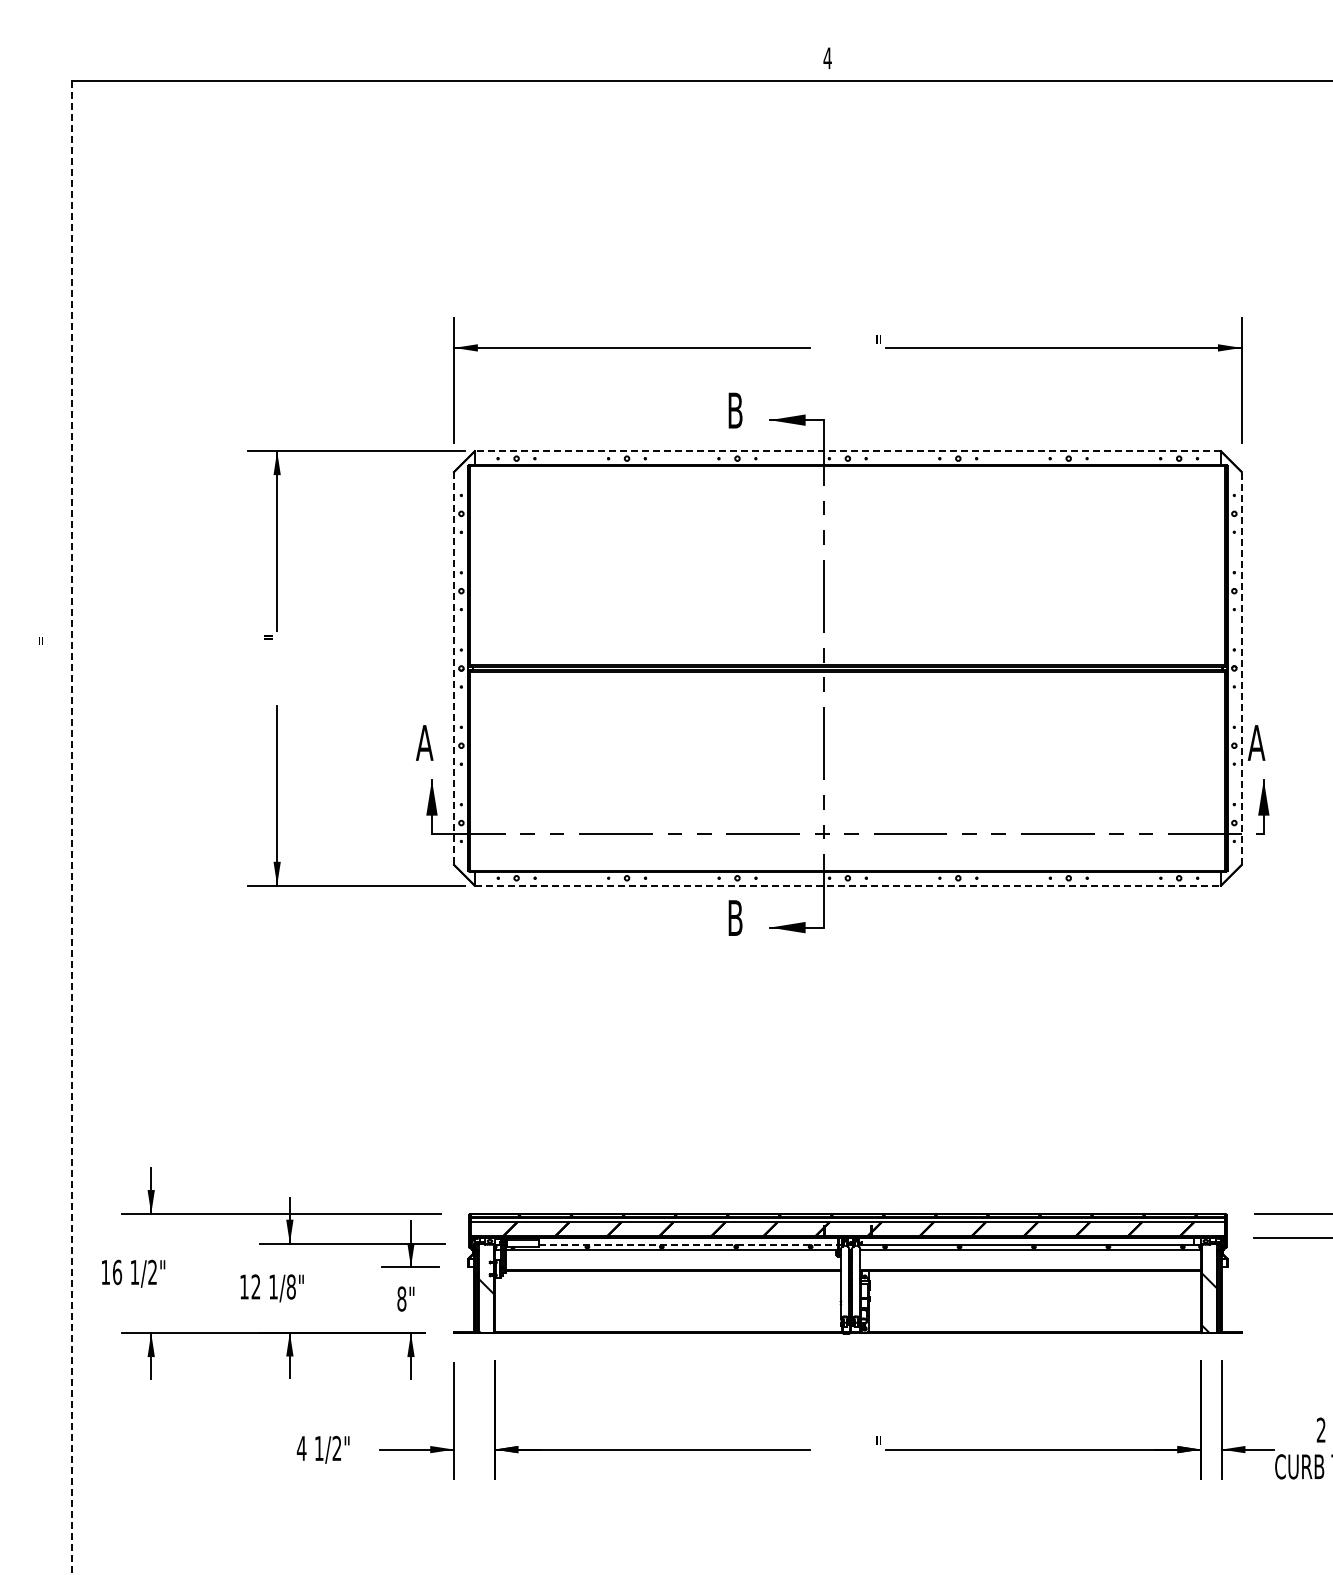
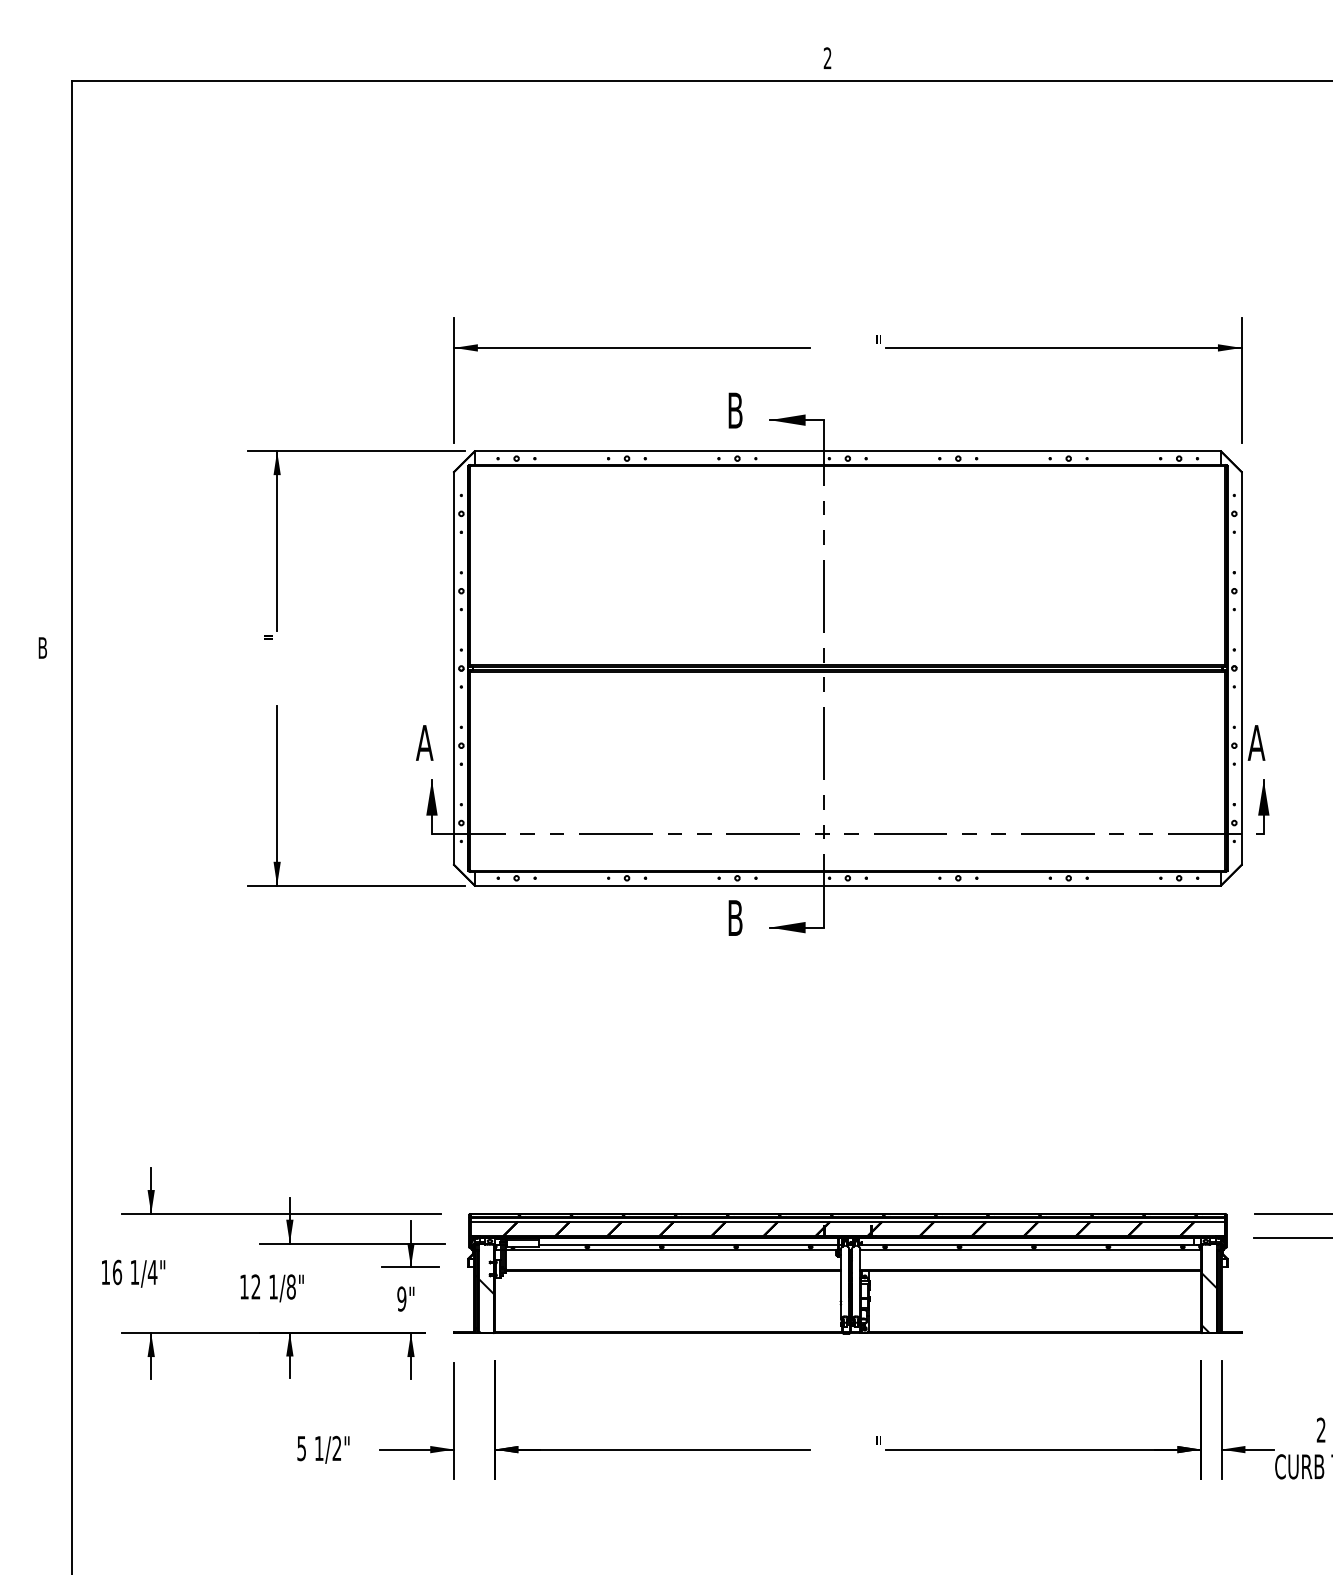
text at (827, 57): 4 -> 2
line at (847, 451): dashed -> solid
text at (42, 647): " -> B
line at (1241, 667): dashed -> solid
line at (454, 668): dashed -> solid
line at (72, 827): dashed -> solid
line at (848, 885): dashed -> solid
line at (688, 1244): dashed -> solid
text at (152, 1271): 1/2" -> 1/4"
text at (401, 1298): 8" -> 9"
text at (301, 1448): 4 -> 5
